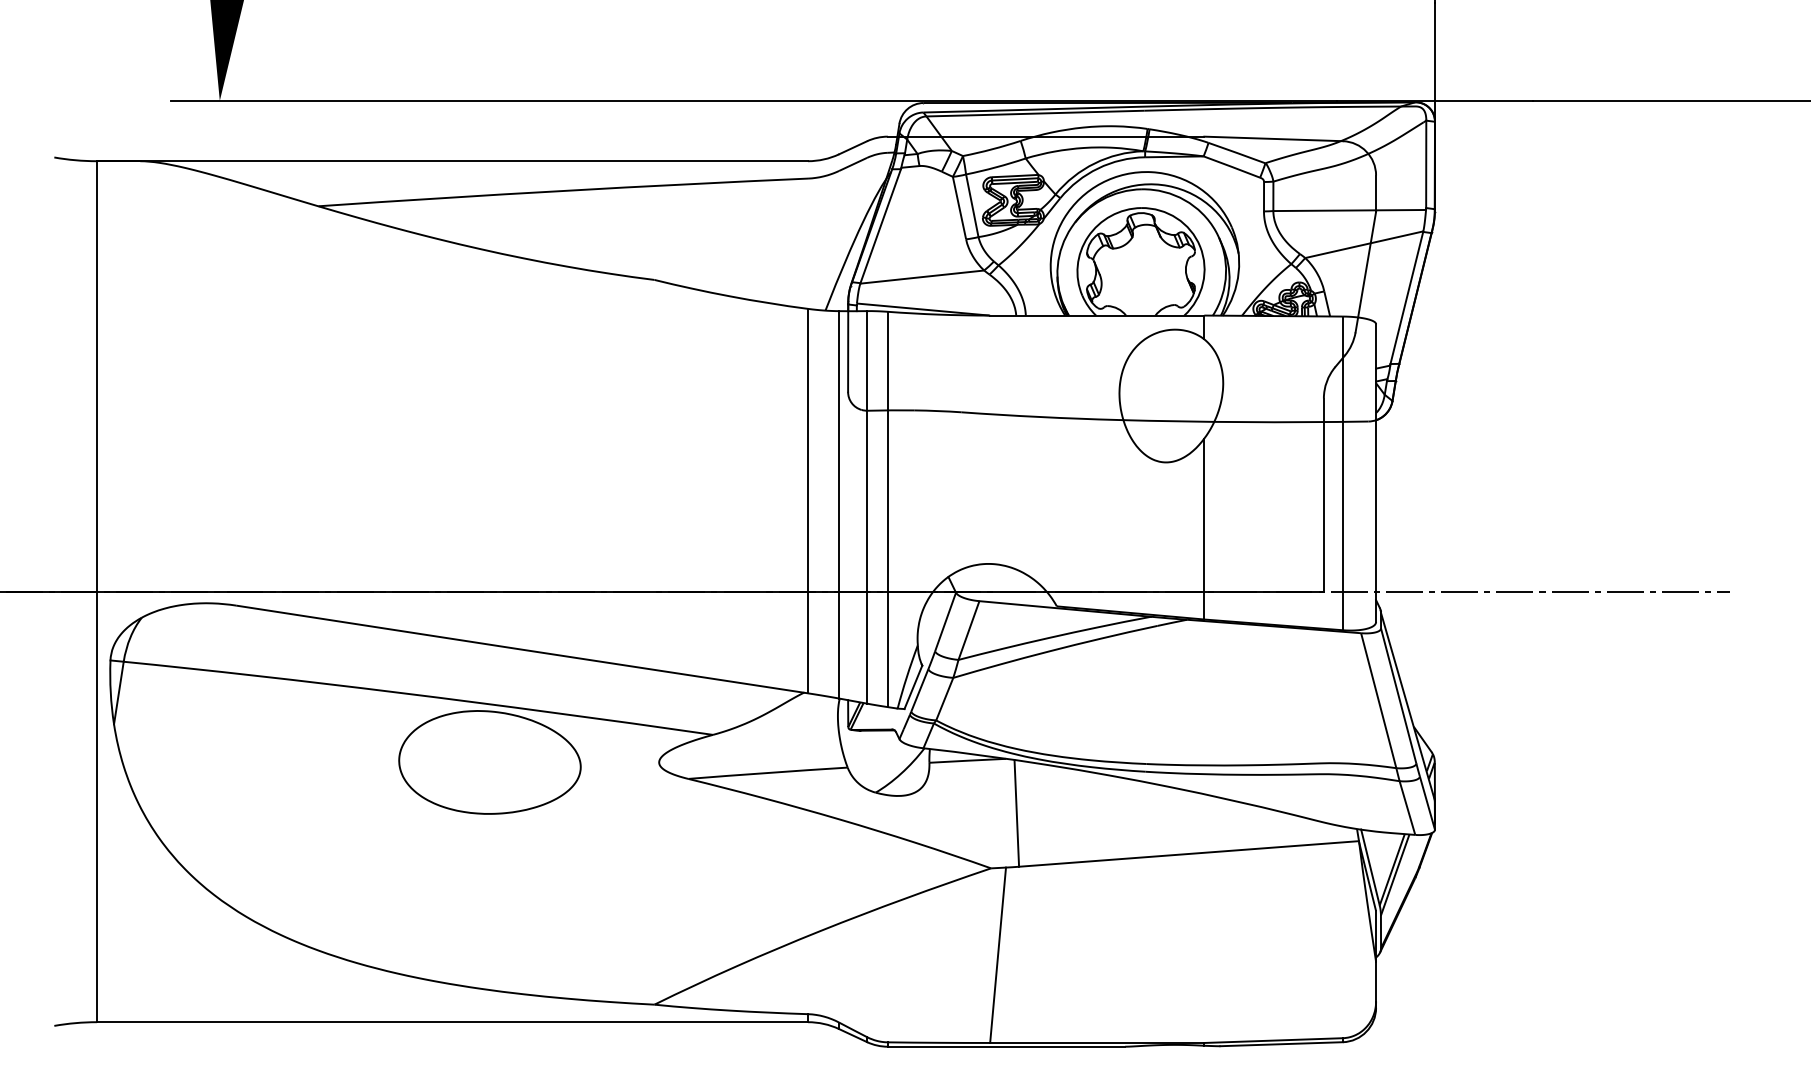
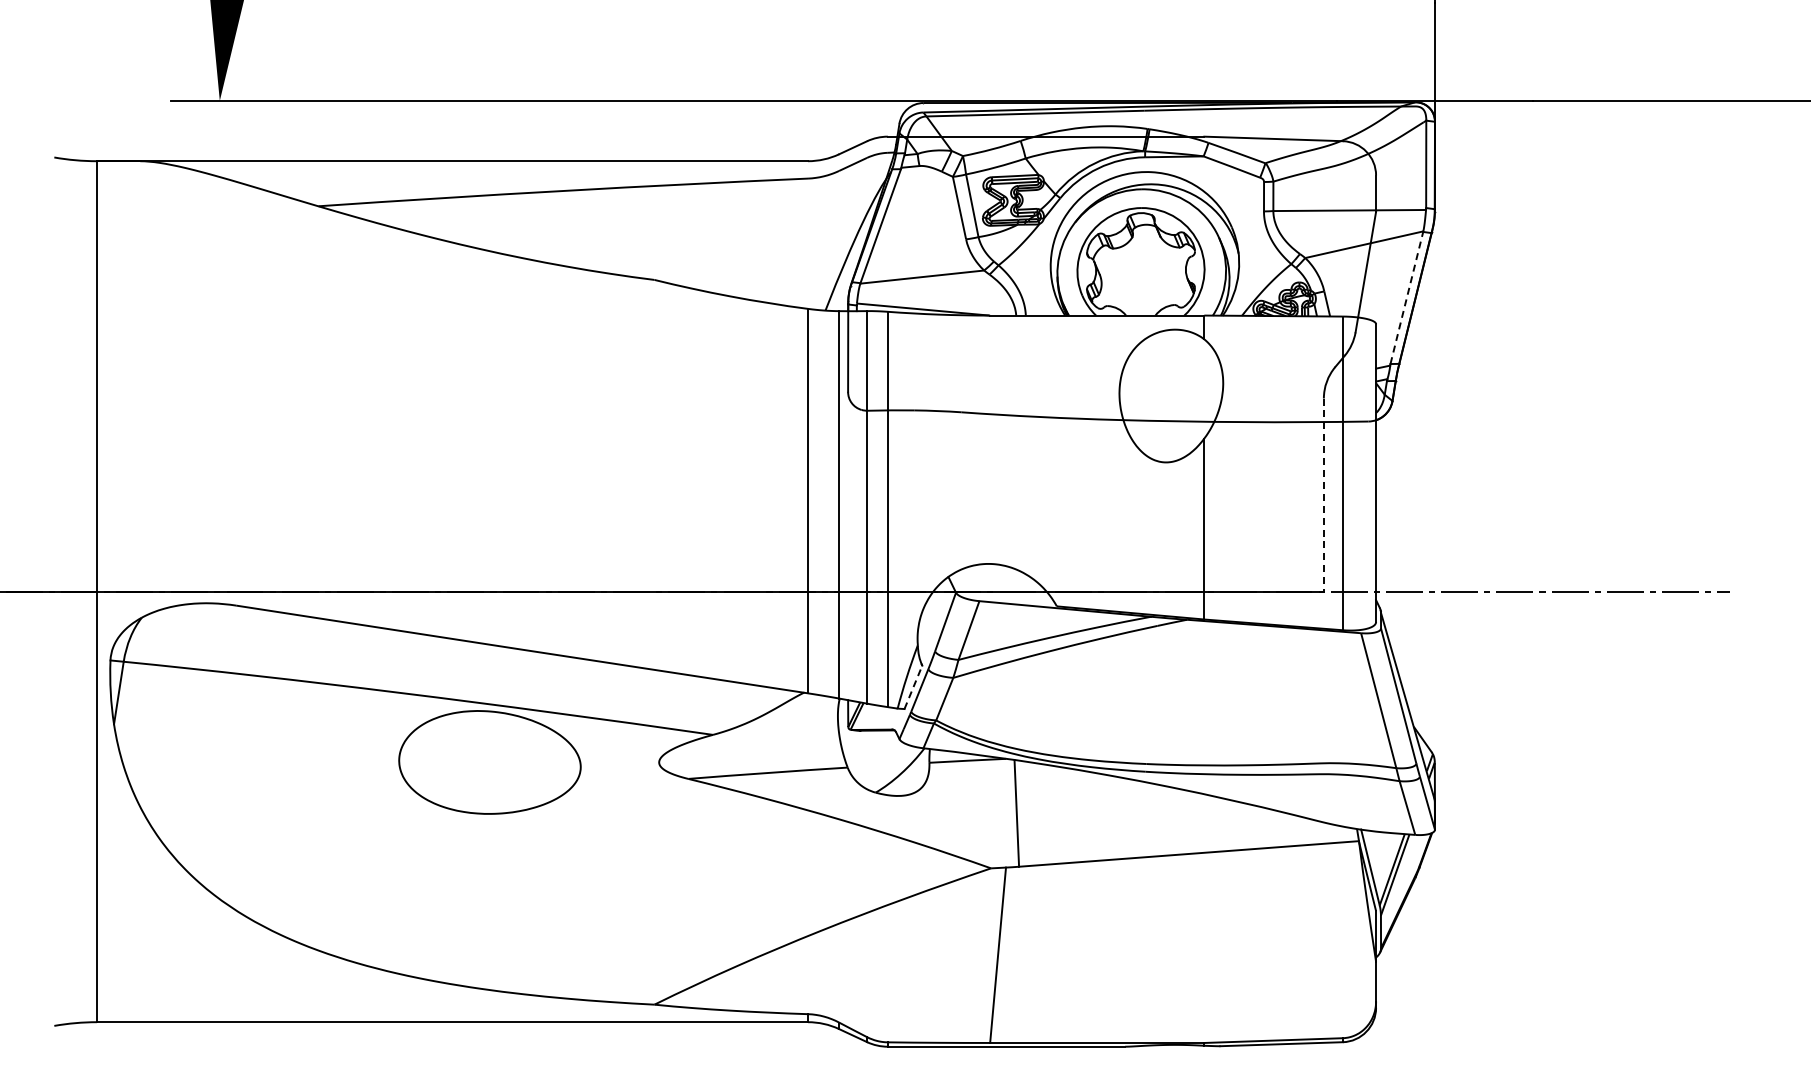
line at (1406, 297): solid -> dashed
line at (1323, 495): solid -> dashed
line at (913, 686): solid -> dashed
